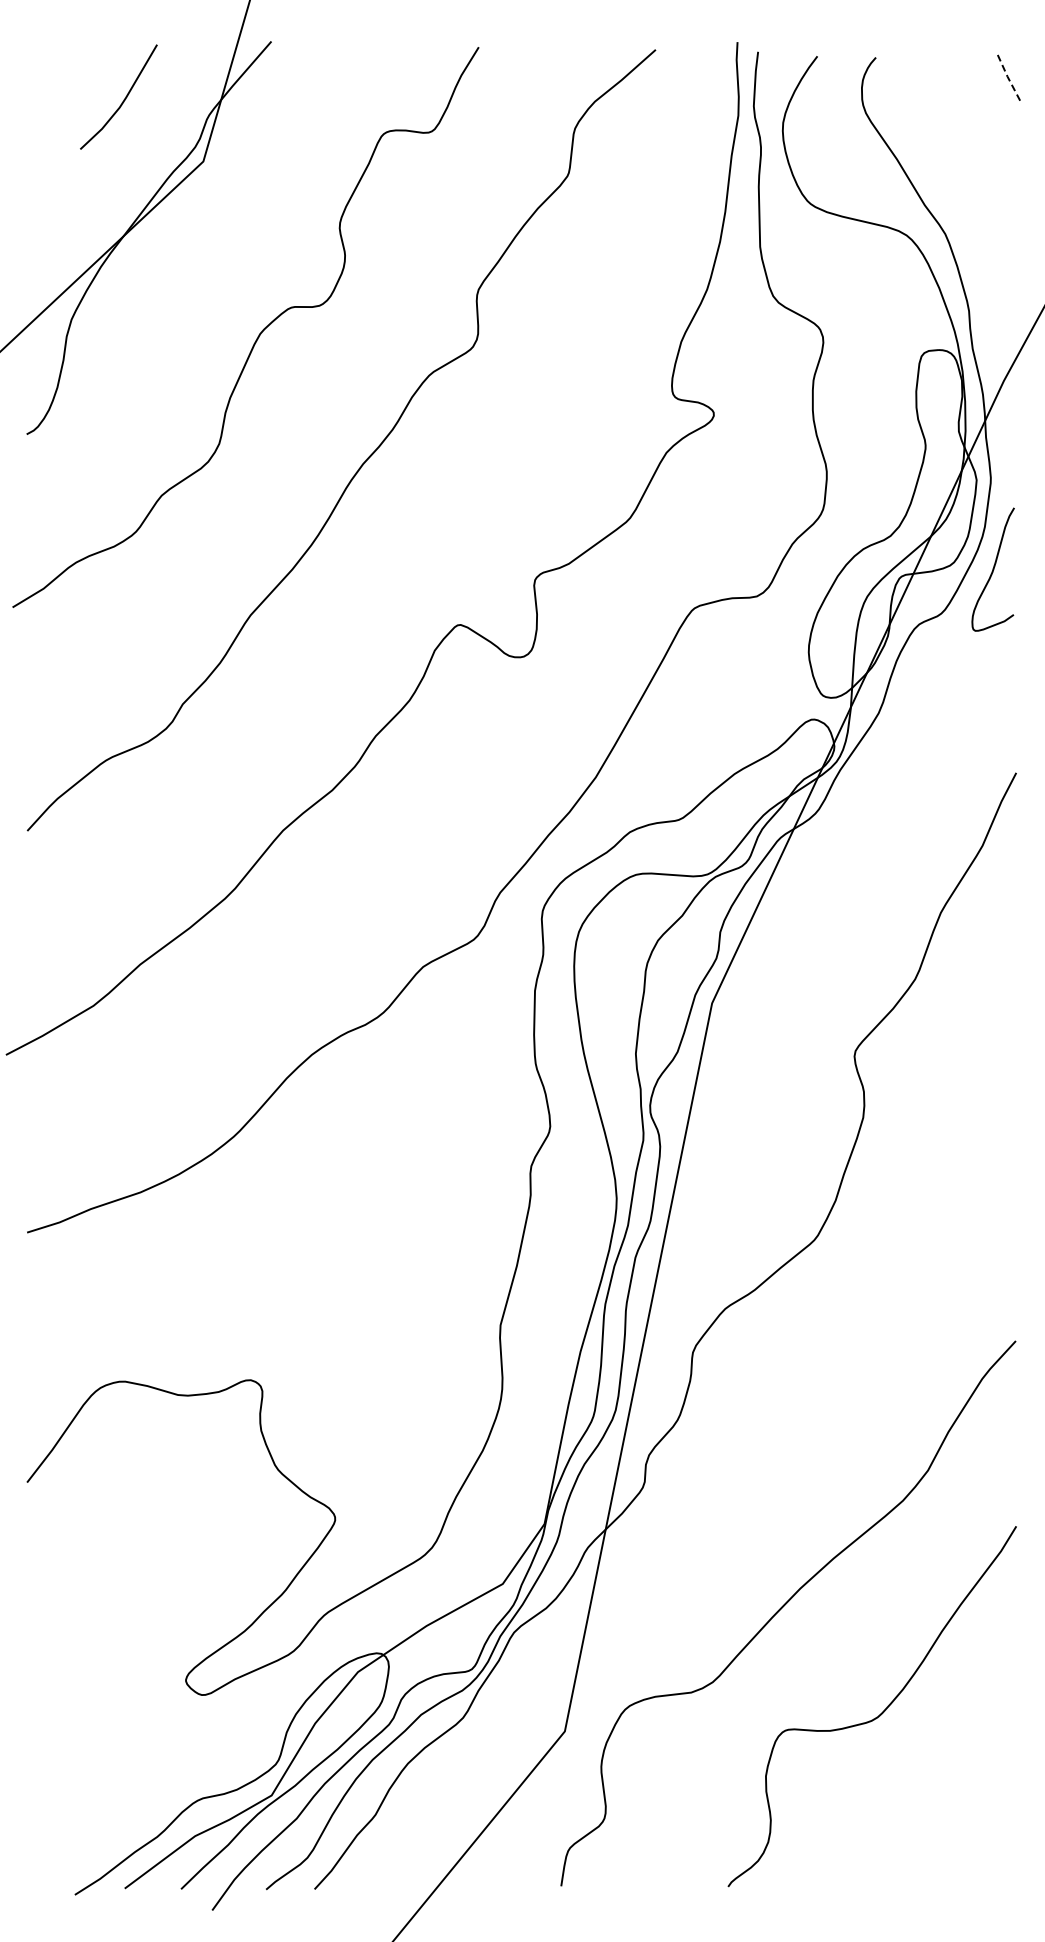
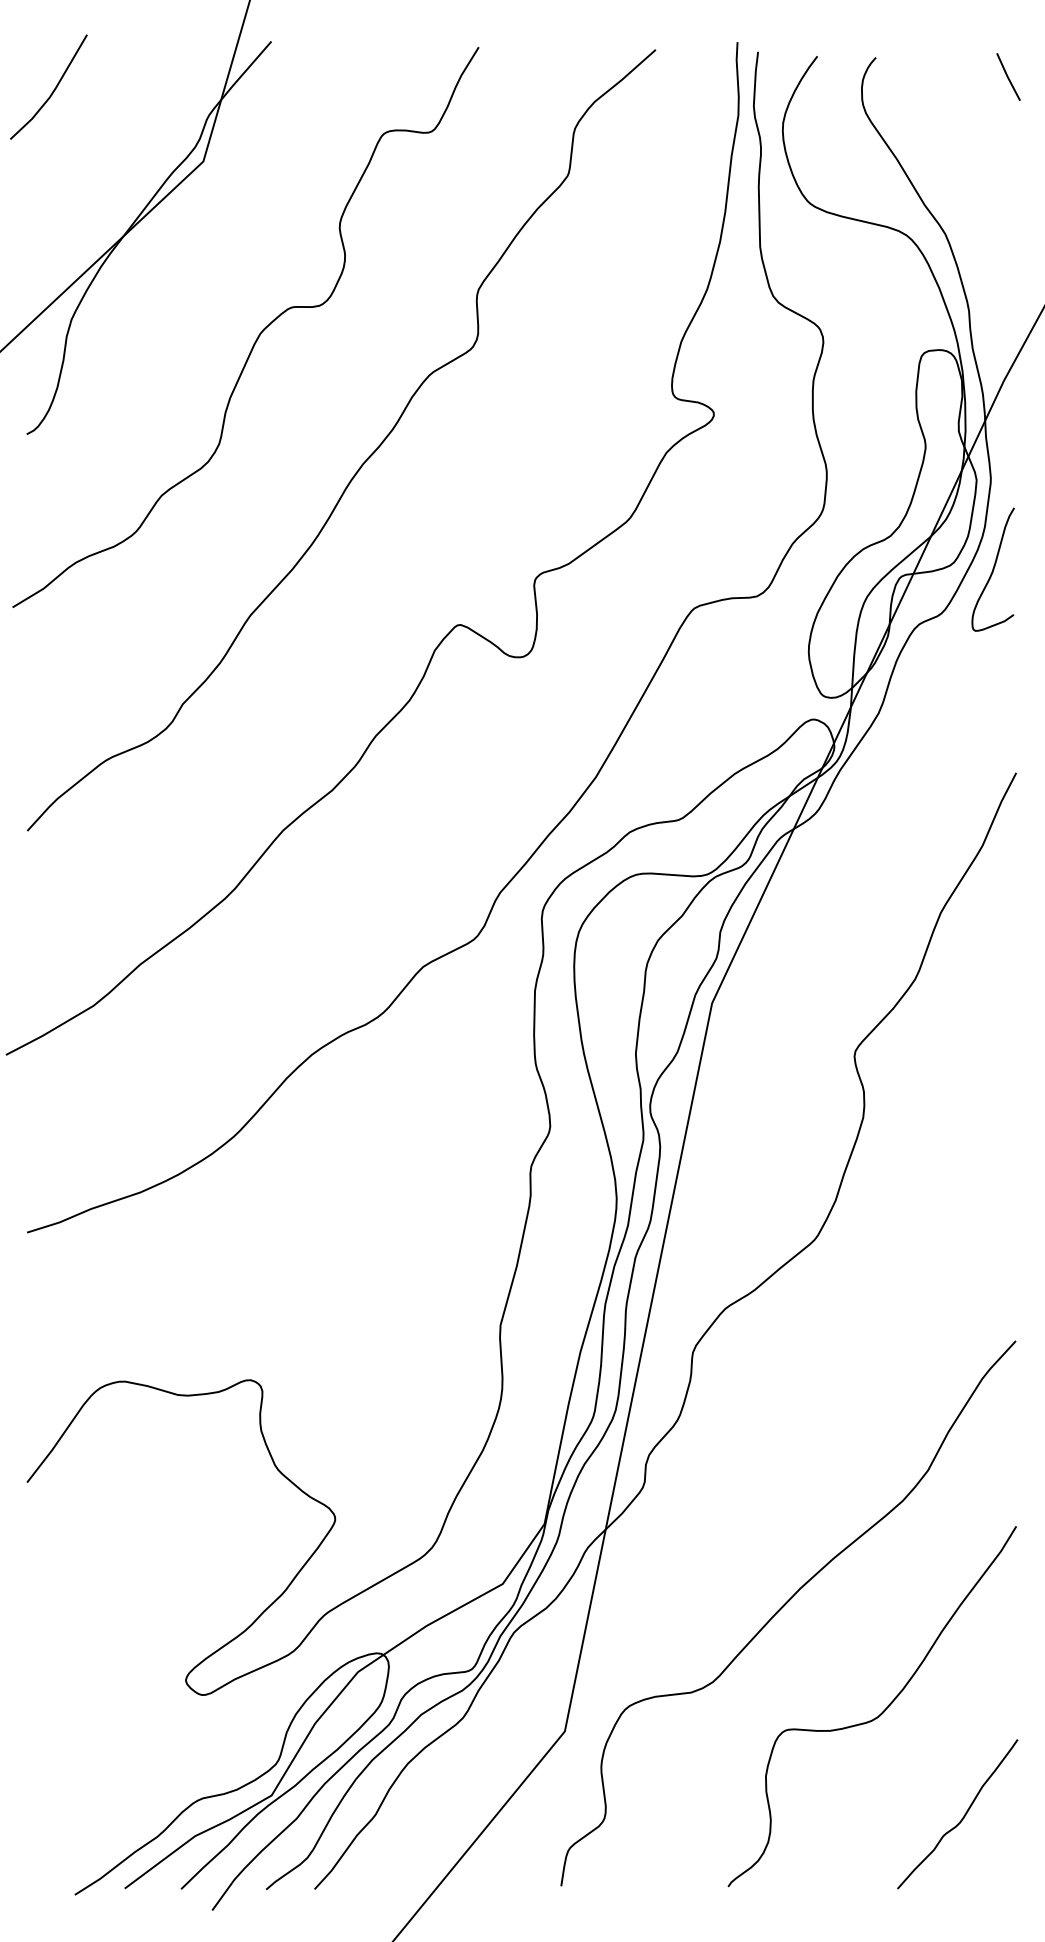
line at (1007, 76): dashed -> solid
line at (123, 99) position: (123, 99) -> (53, 89)
curve at (961, 1818): none -> present
